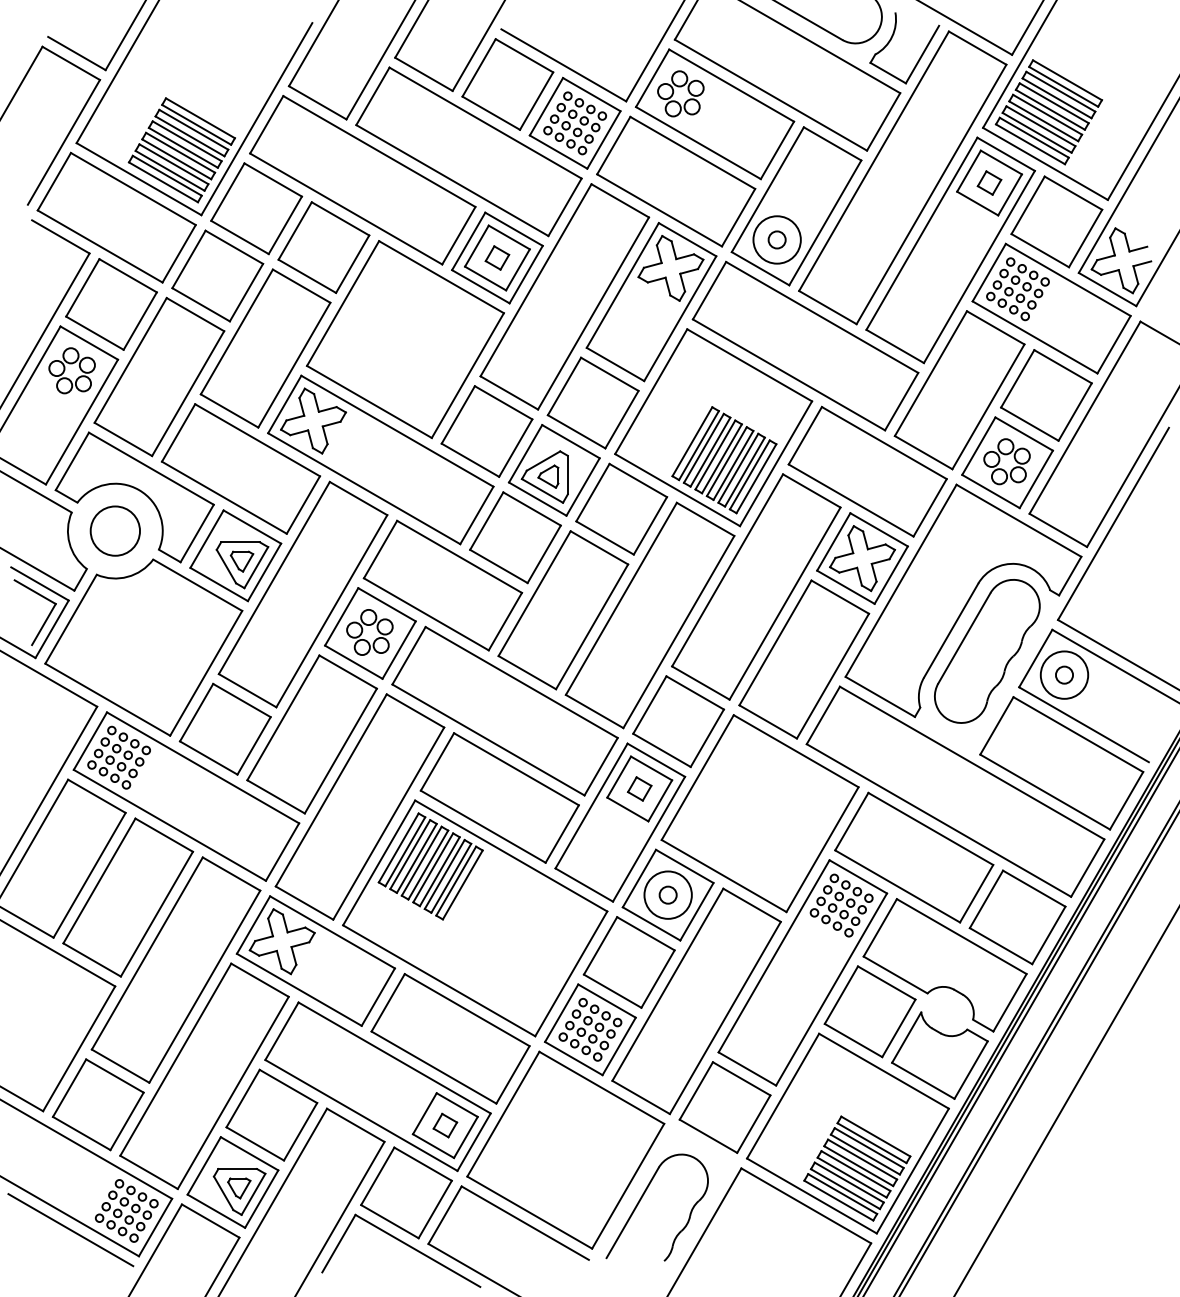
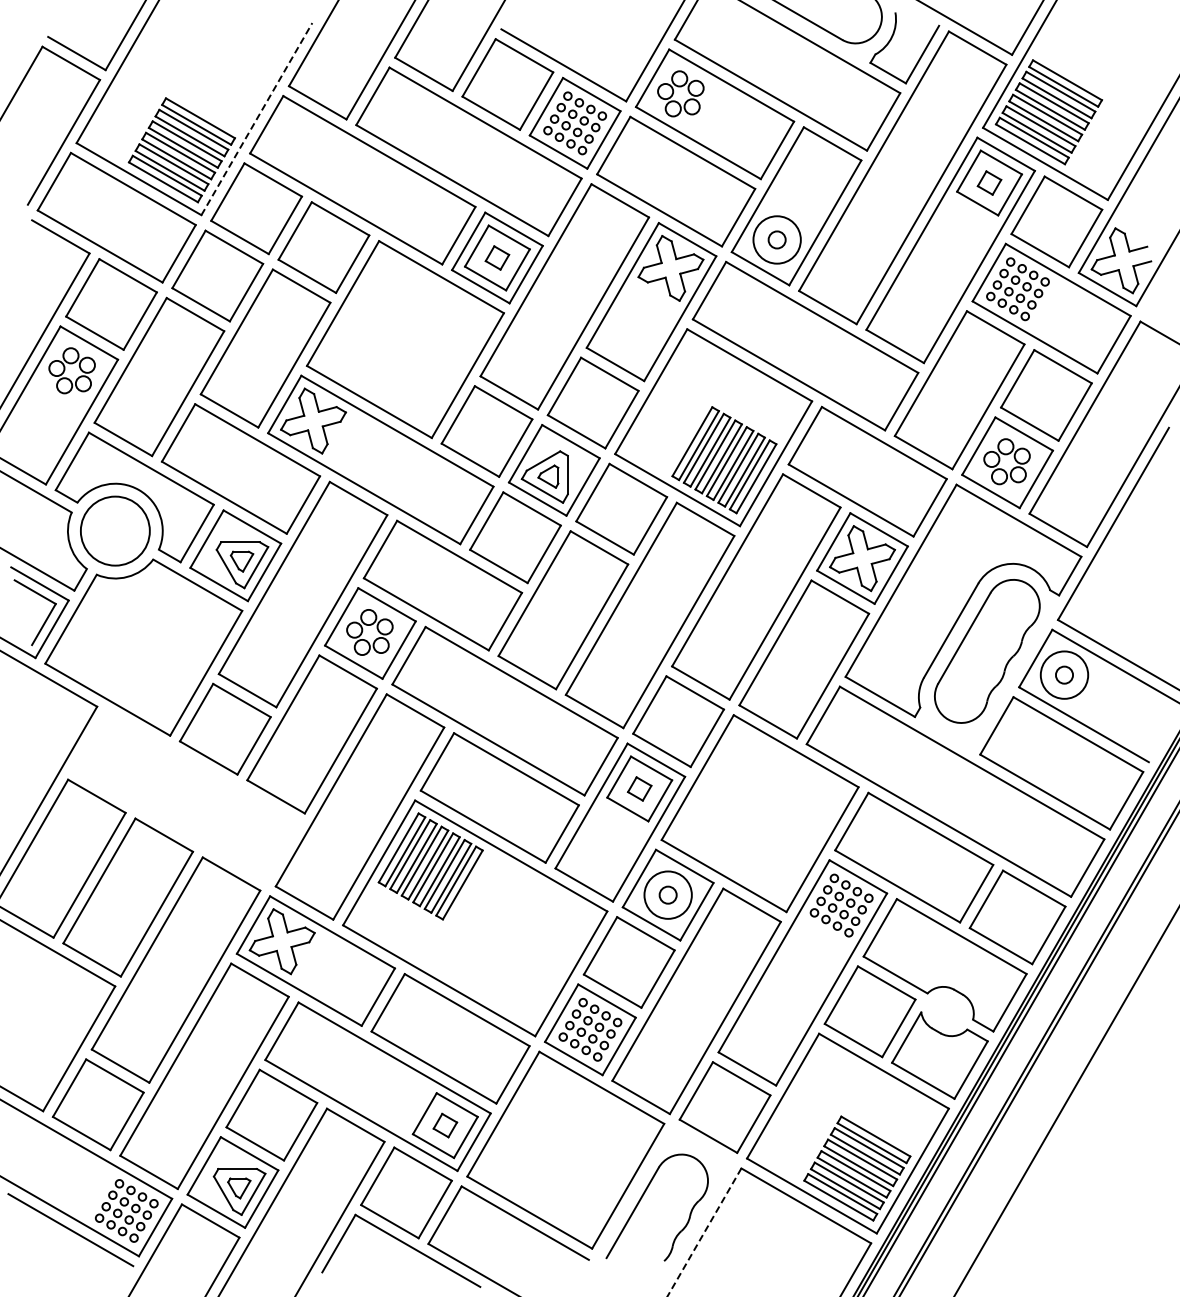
line at (256, 119): solid -> dashed
circle at (115, 530) diameter: 49 px -> 69 px
part at (186, 796): present -> none
line at (704, 1232): solid -> dashed
